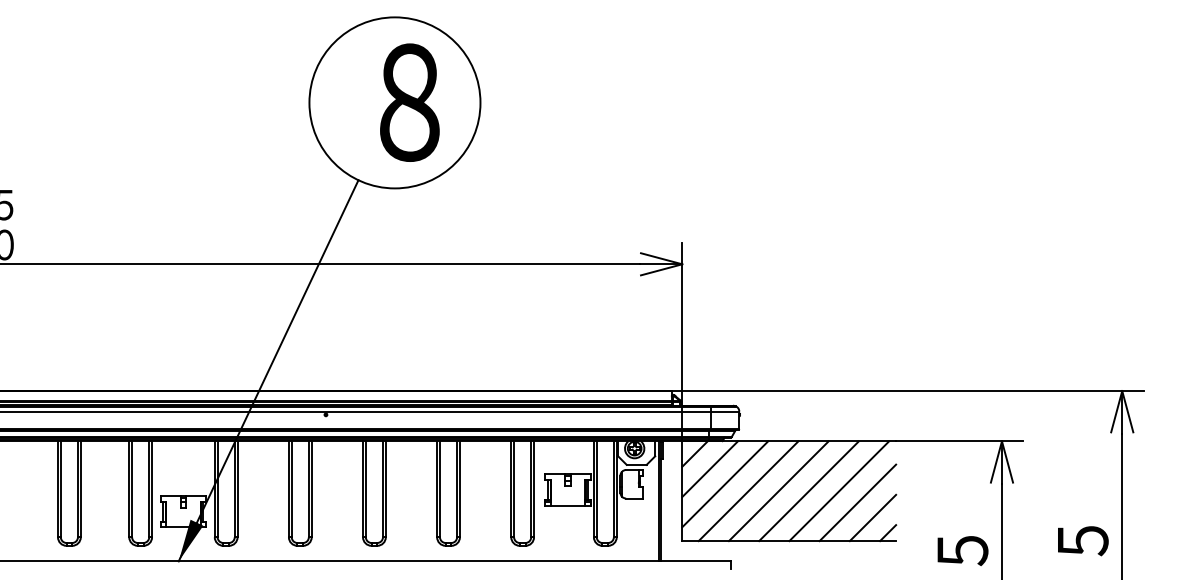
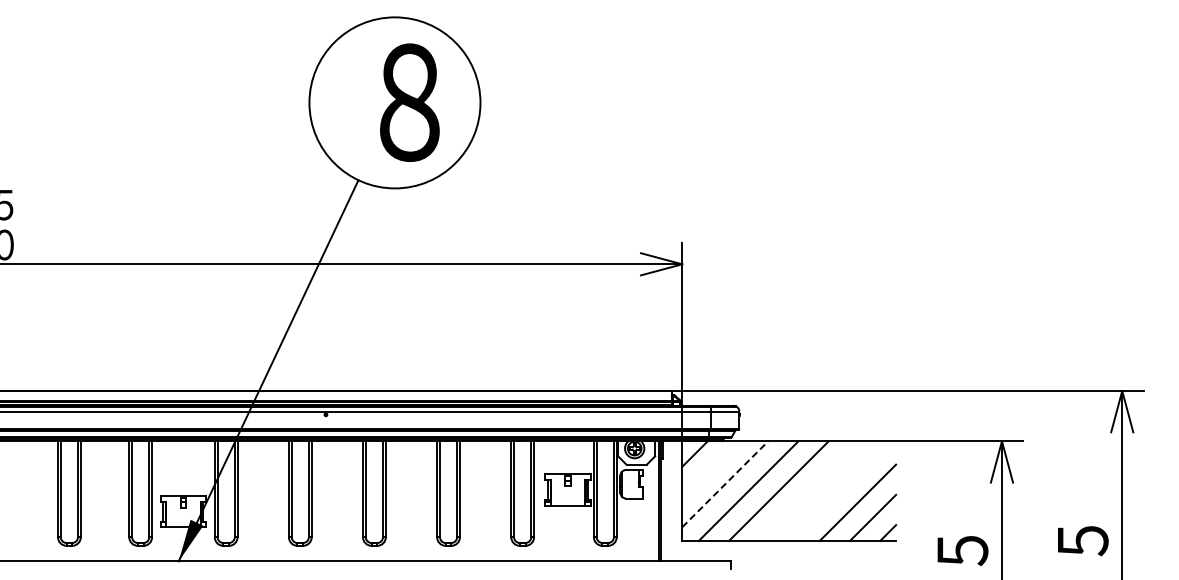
line at (710, 469): present -> none
line at (725, 484): solid -> dashed
line at (808, 491): present -> none
line at (839, 491): present -> none
